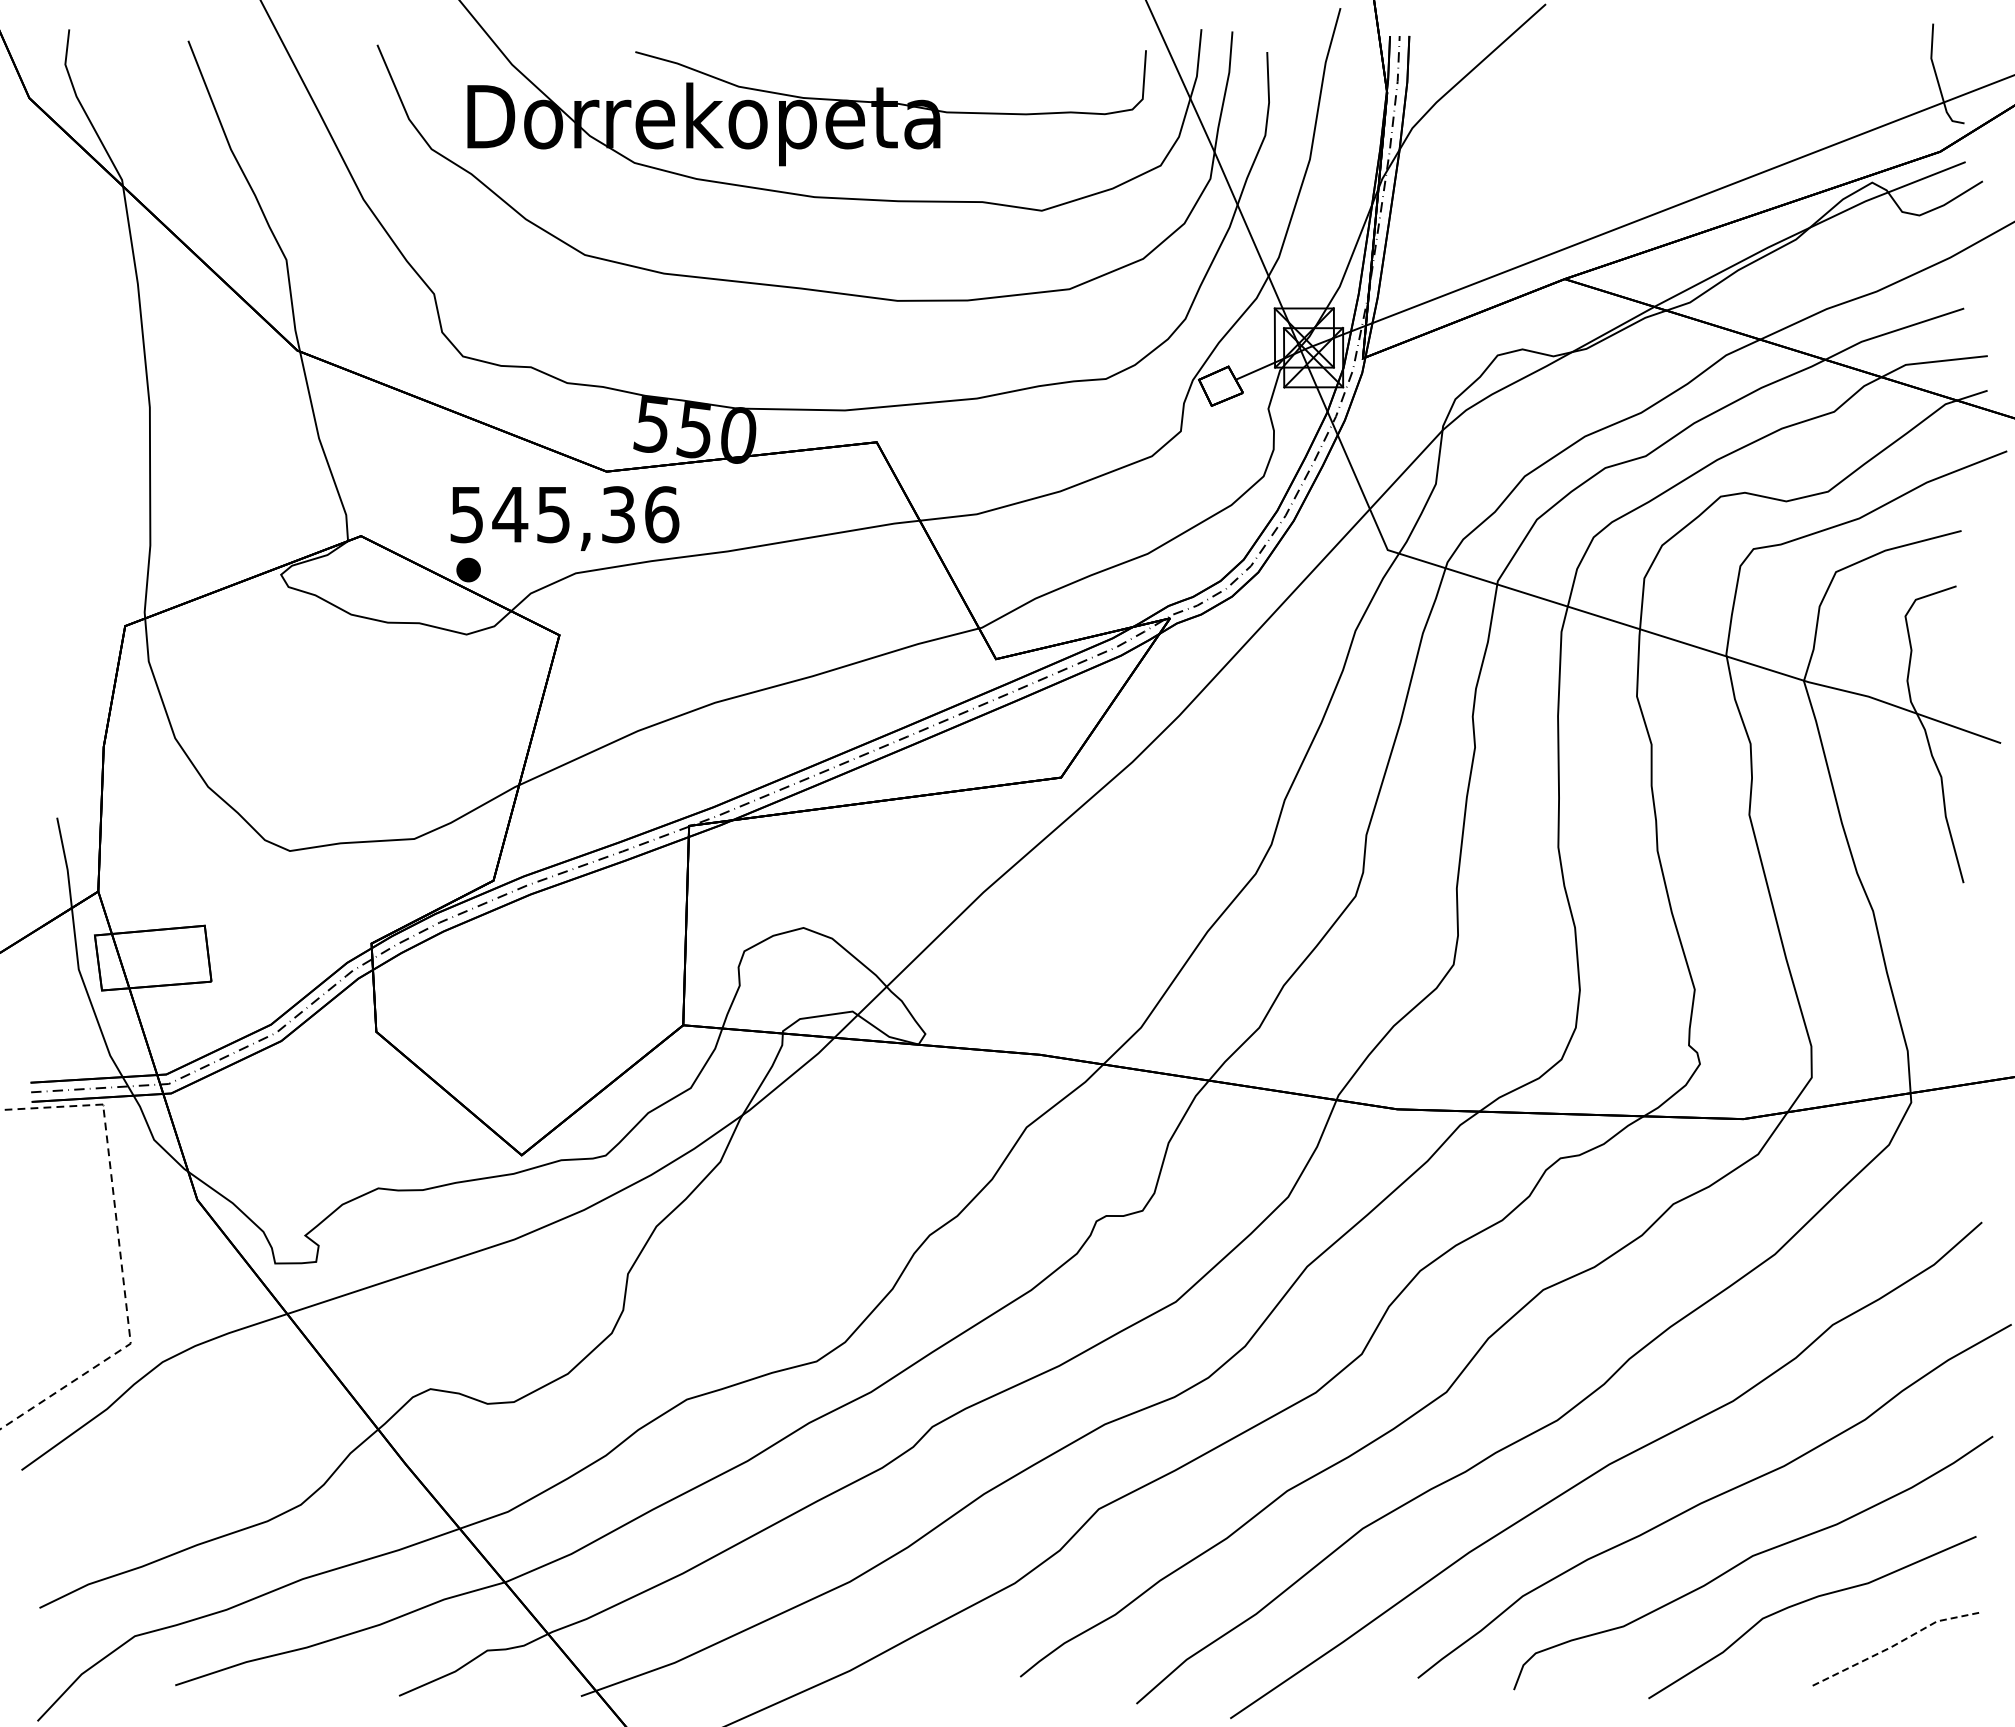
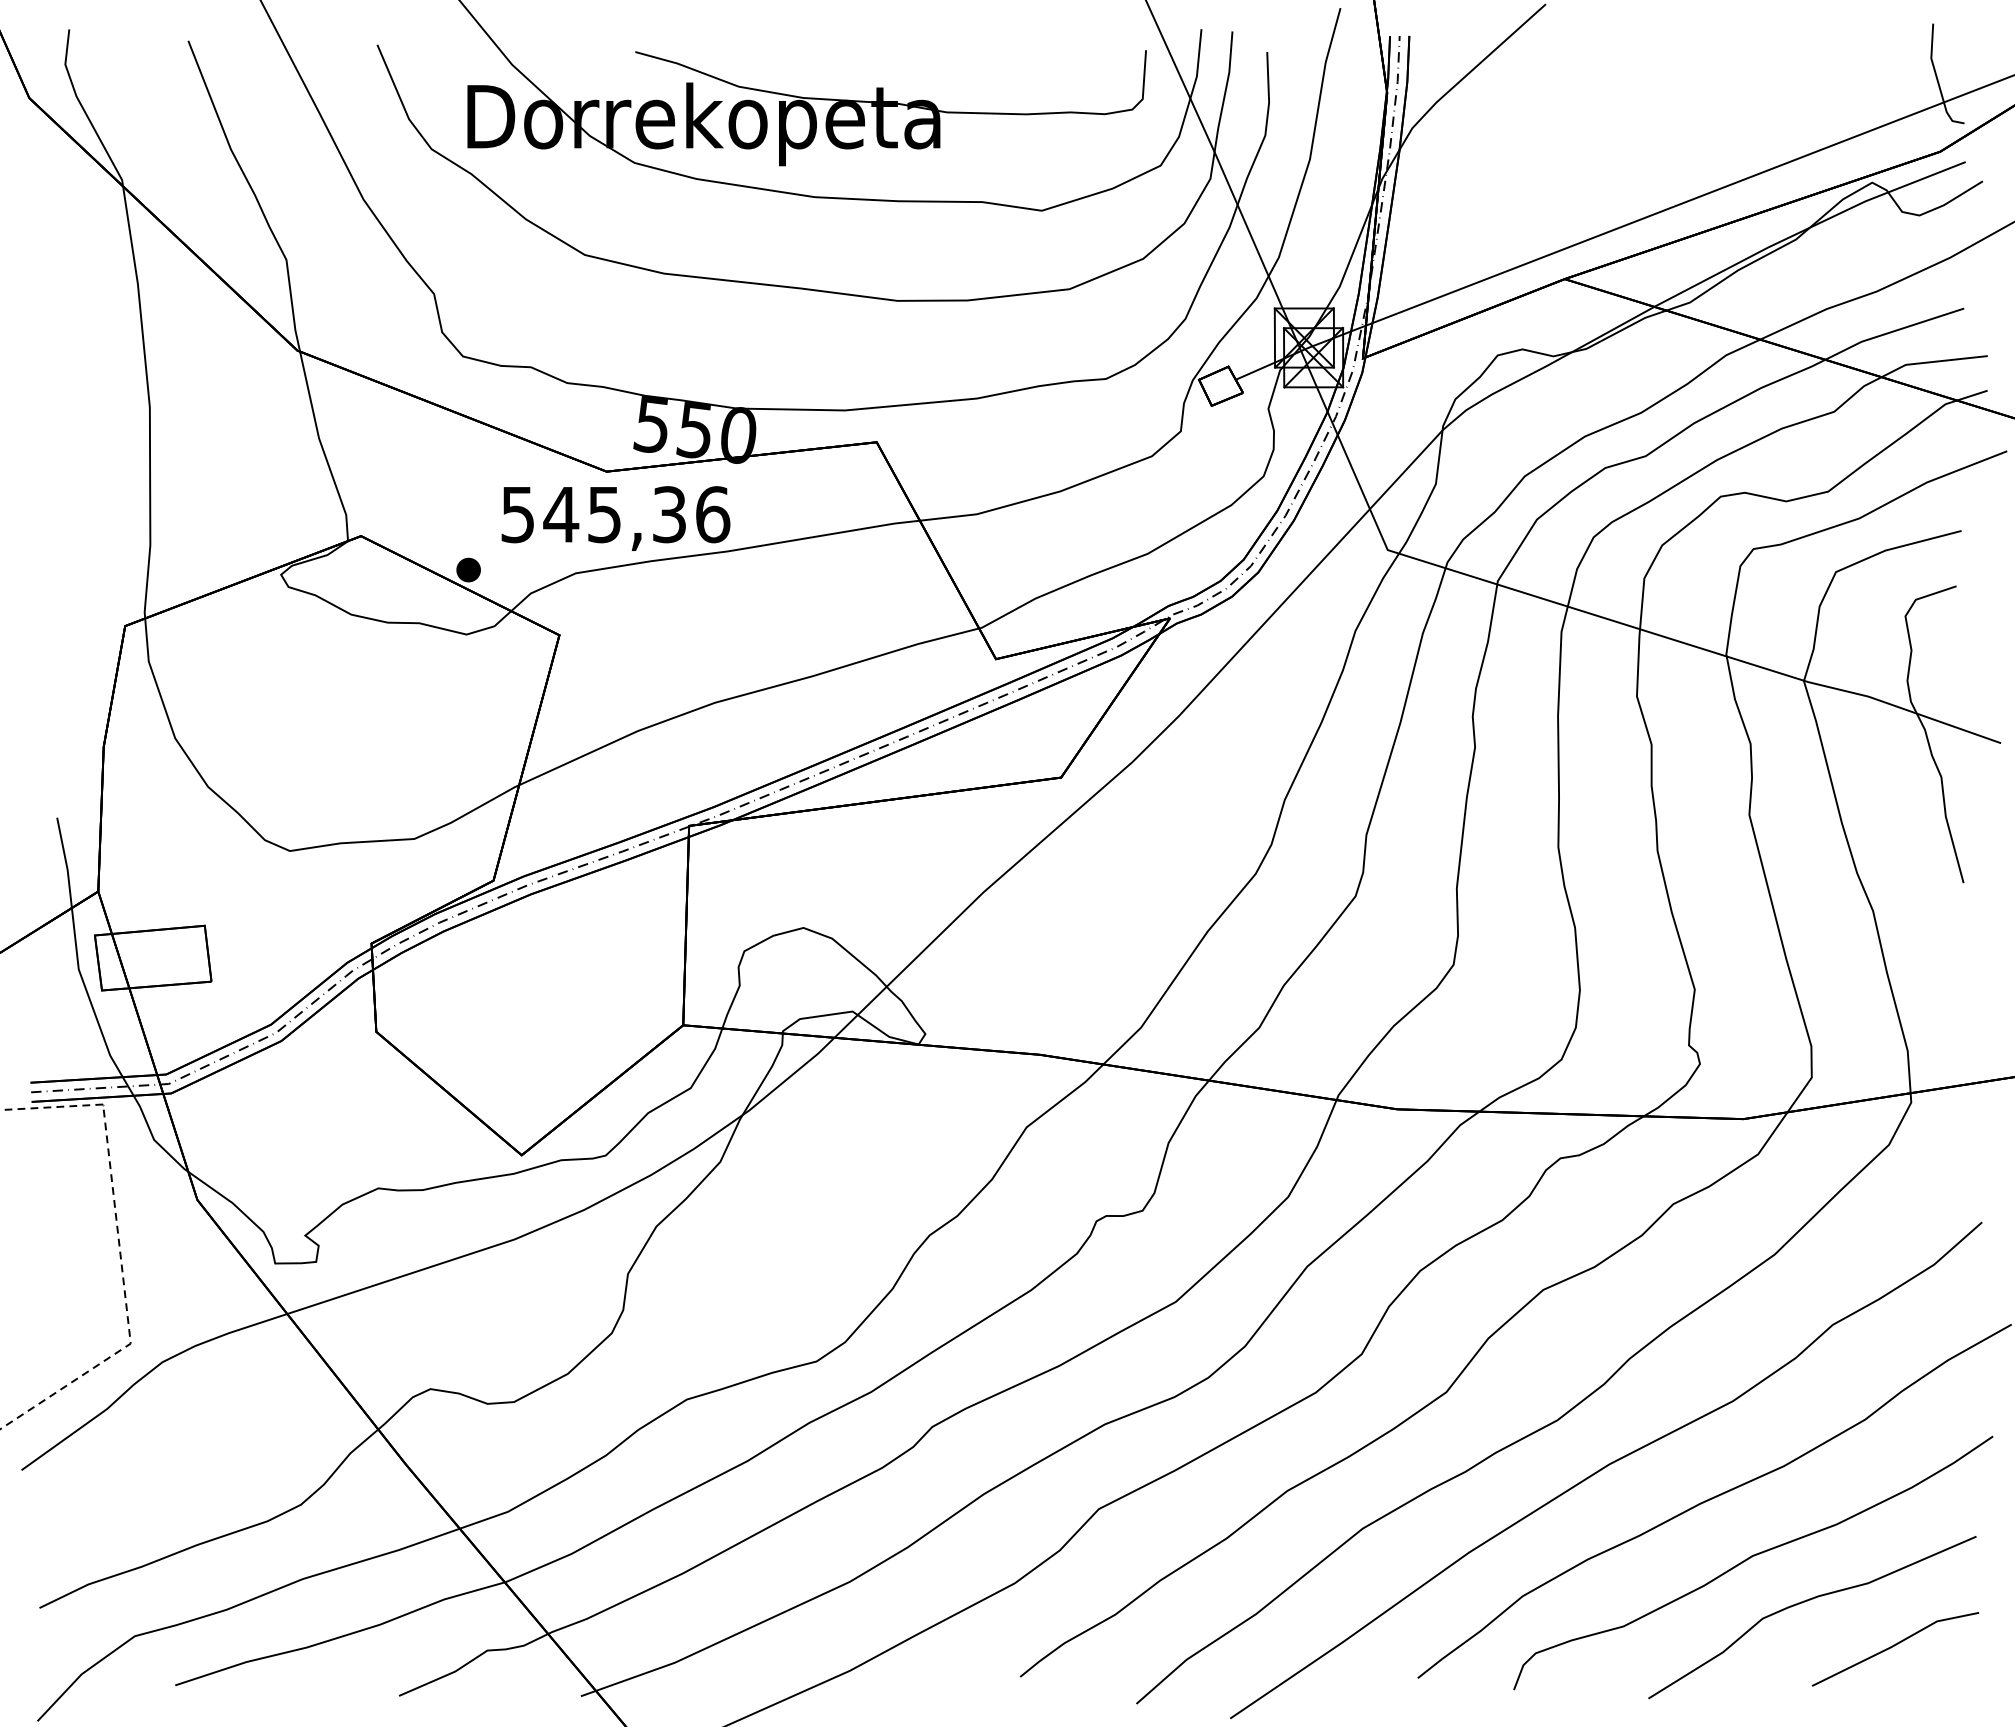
text at (564, 518) position: (564, 518) -> (615, 518)
line at (1894, 1645): dashed -> solid
